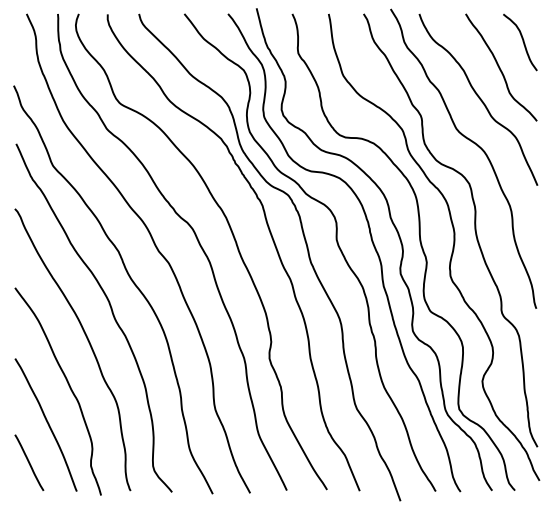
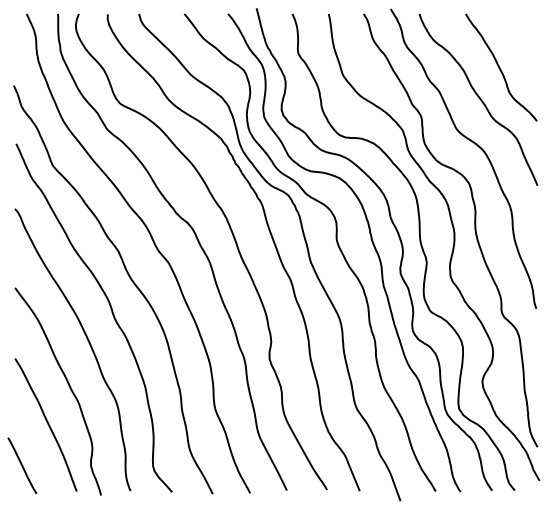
curve at (522, 41): present -> none
line at (29, 462) position: (29, 462) -> (22, 465)
